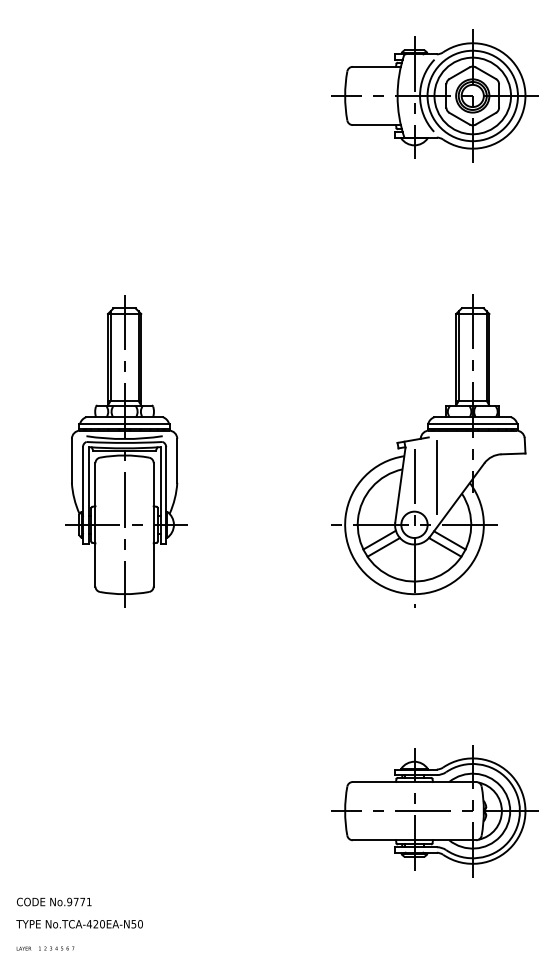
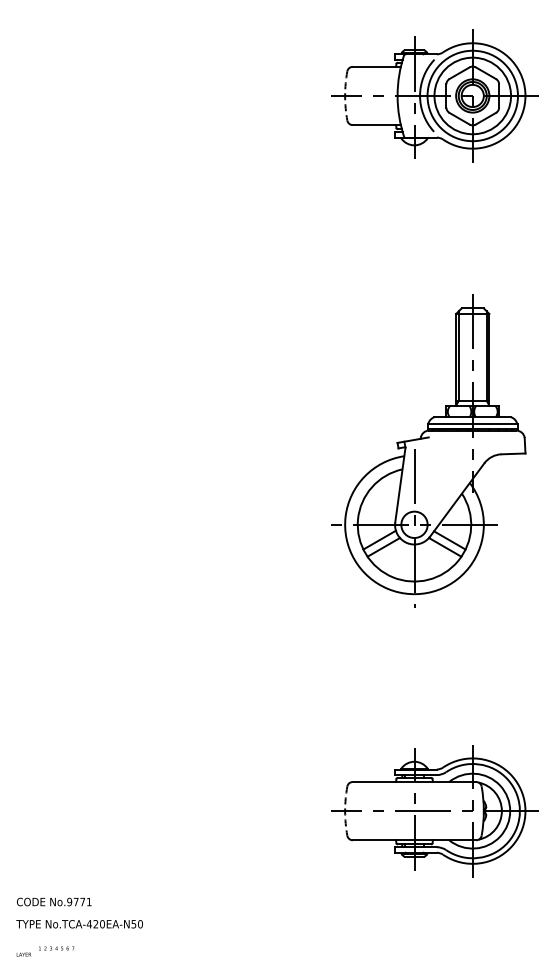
arc at (345, 95): solid -> dashed
part at (126, 451): present -> none
line at (436, 477): present -> none
arc at (345, 811): solid -> dashed
text at (23, 948) position: (23, 948) -> (23, 954)
